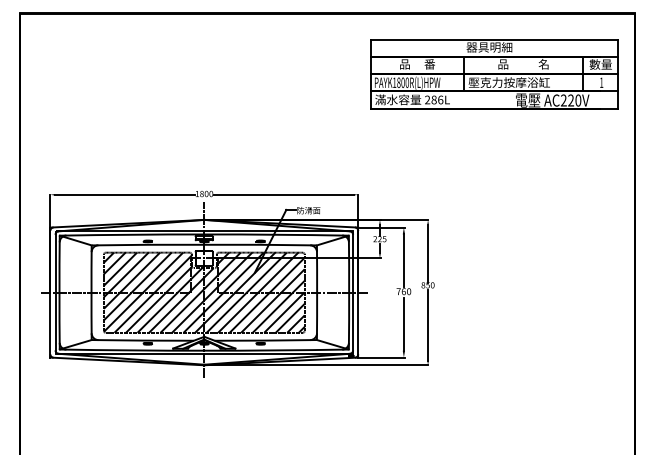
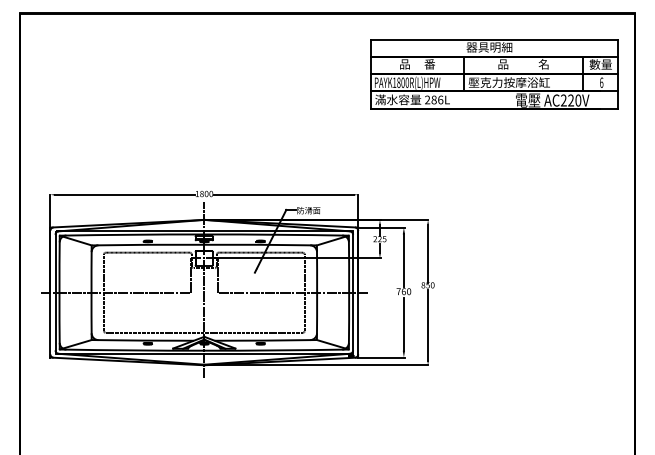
text at (601, 82): 1 -> 6
hatch at (203, 292): present -> none
